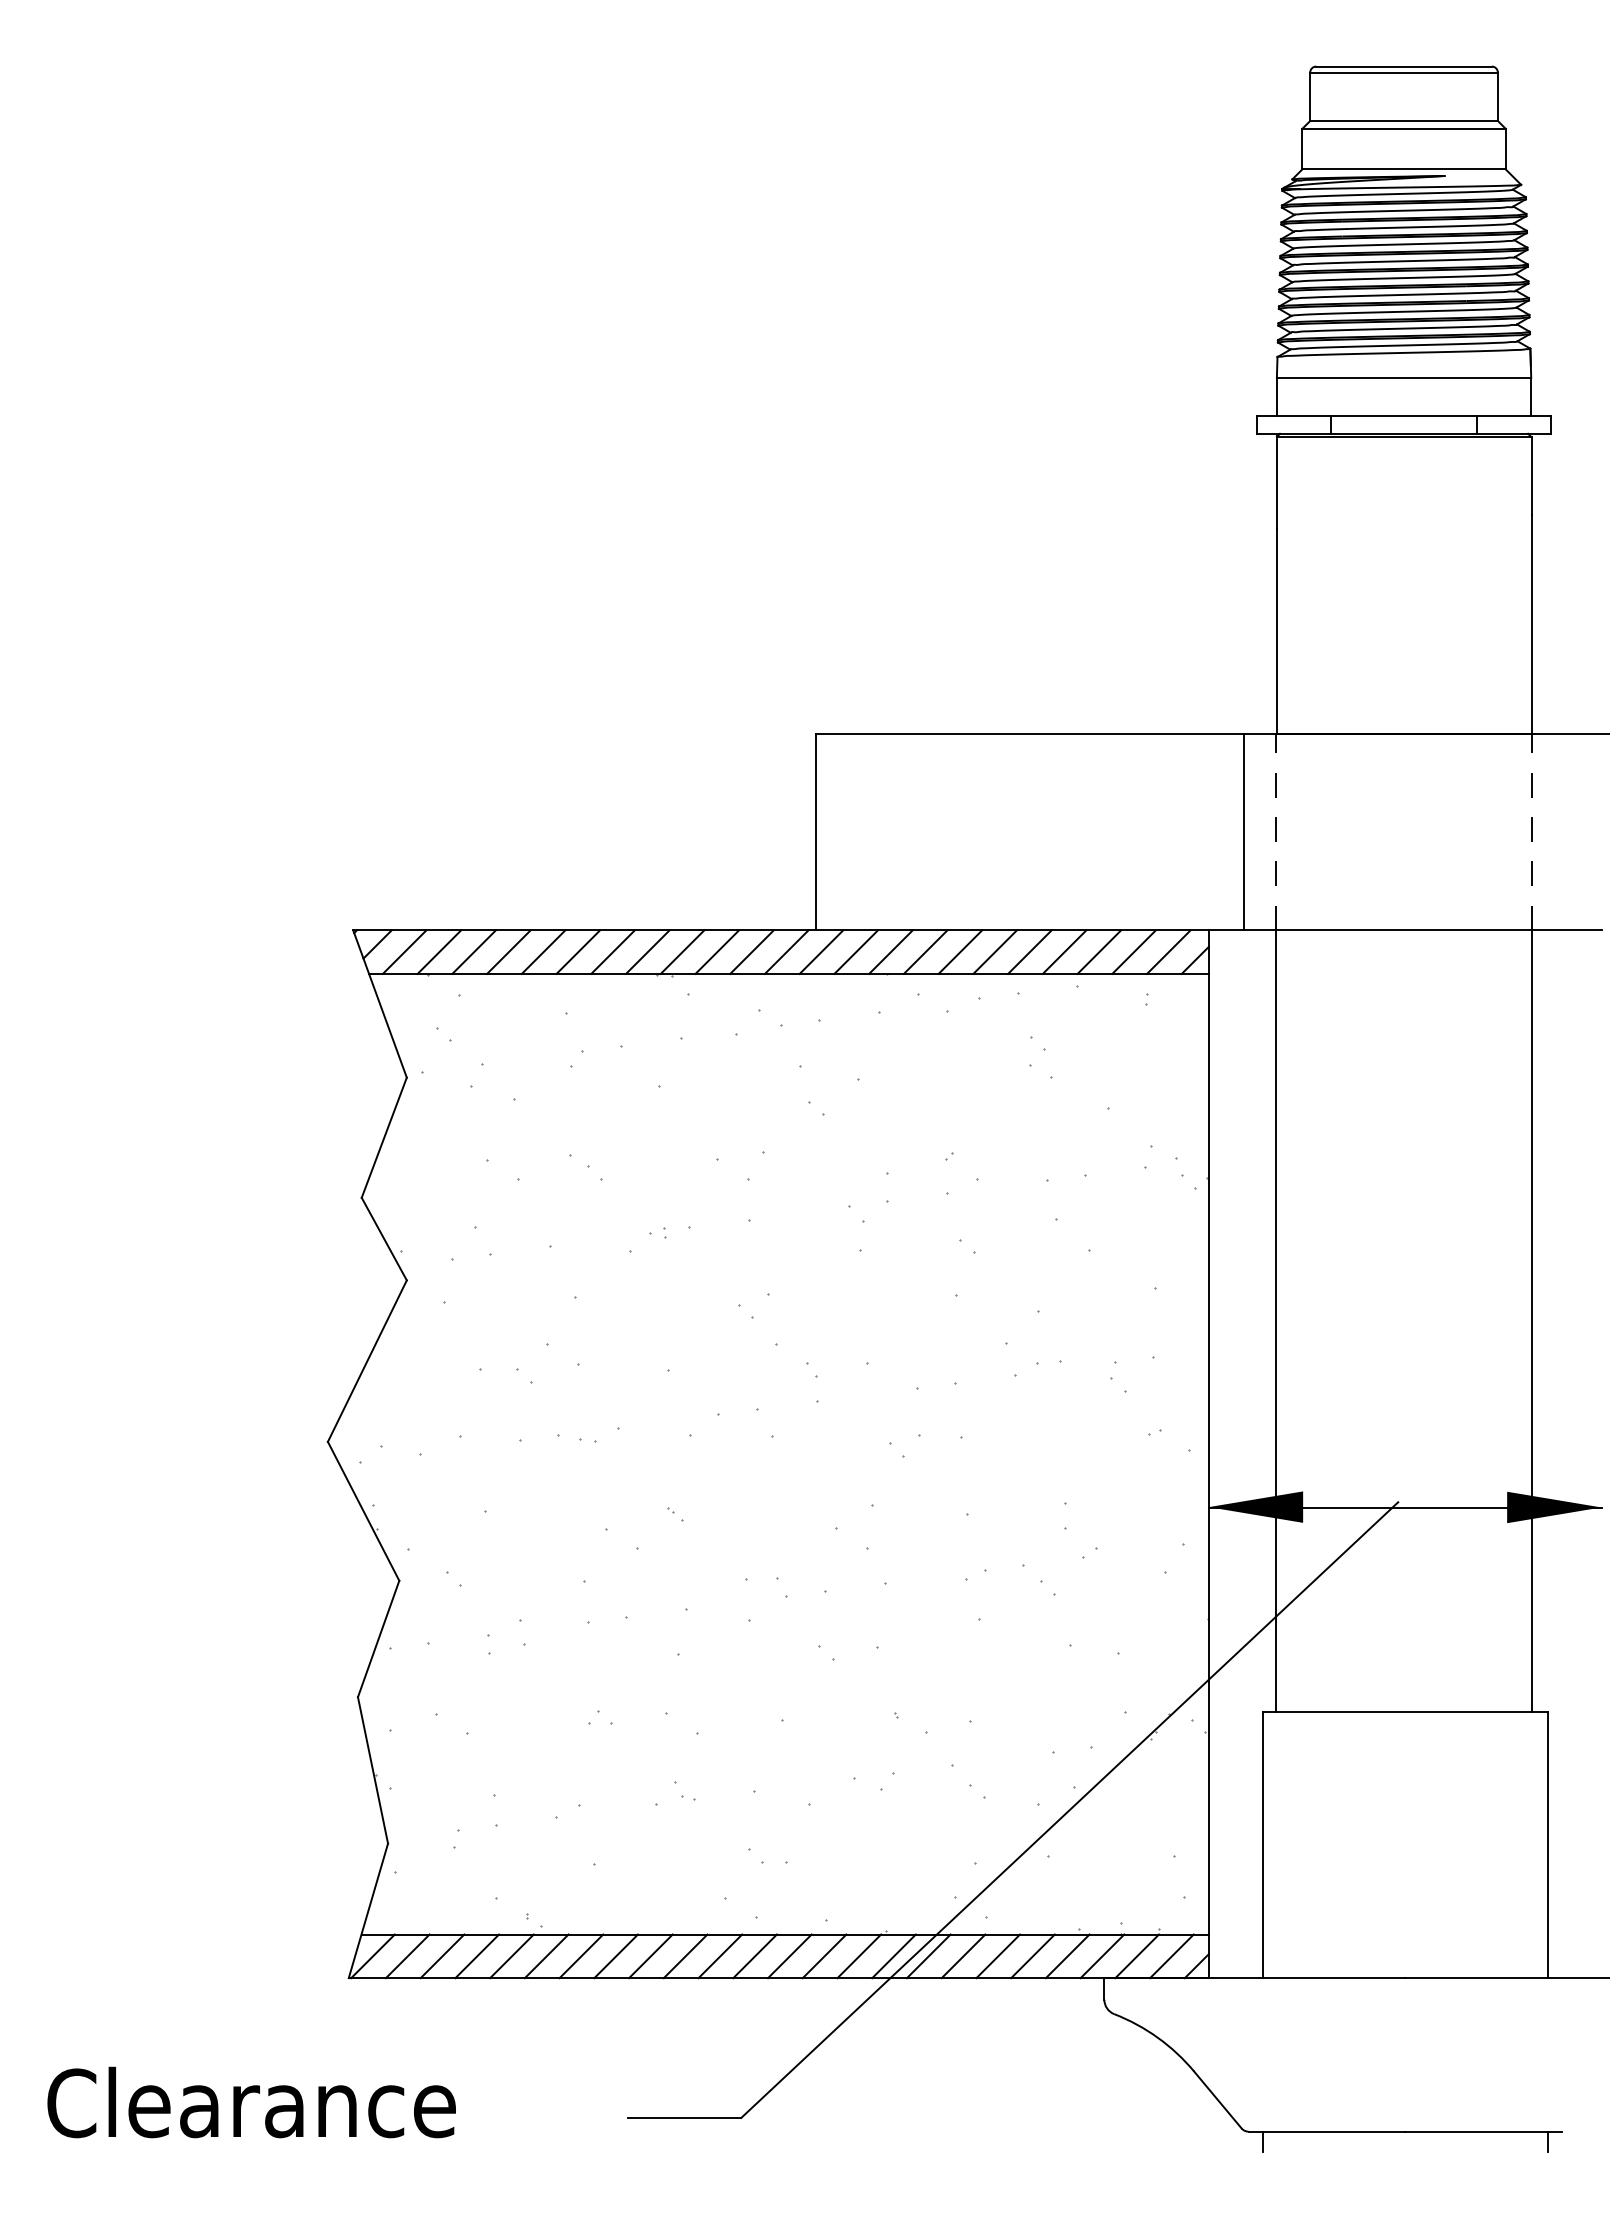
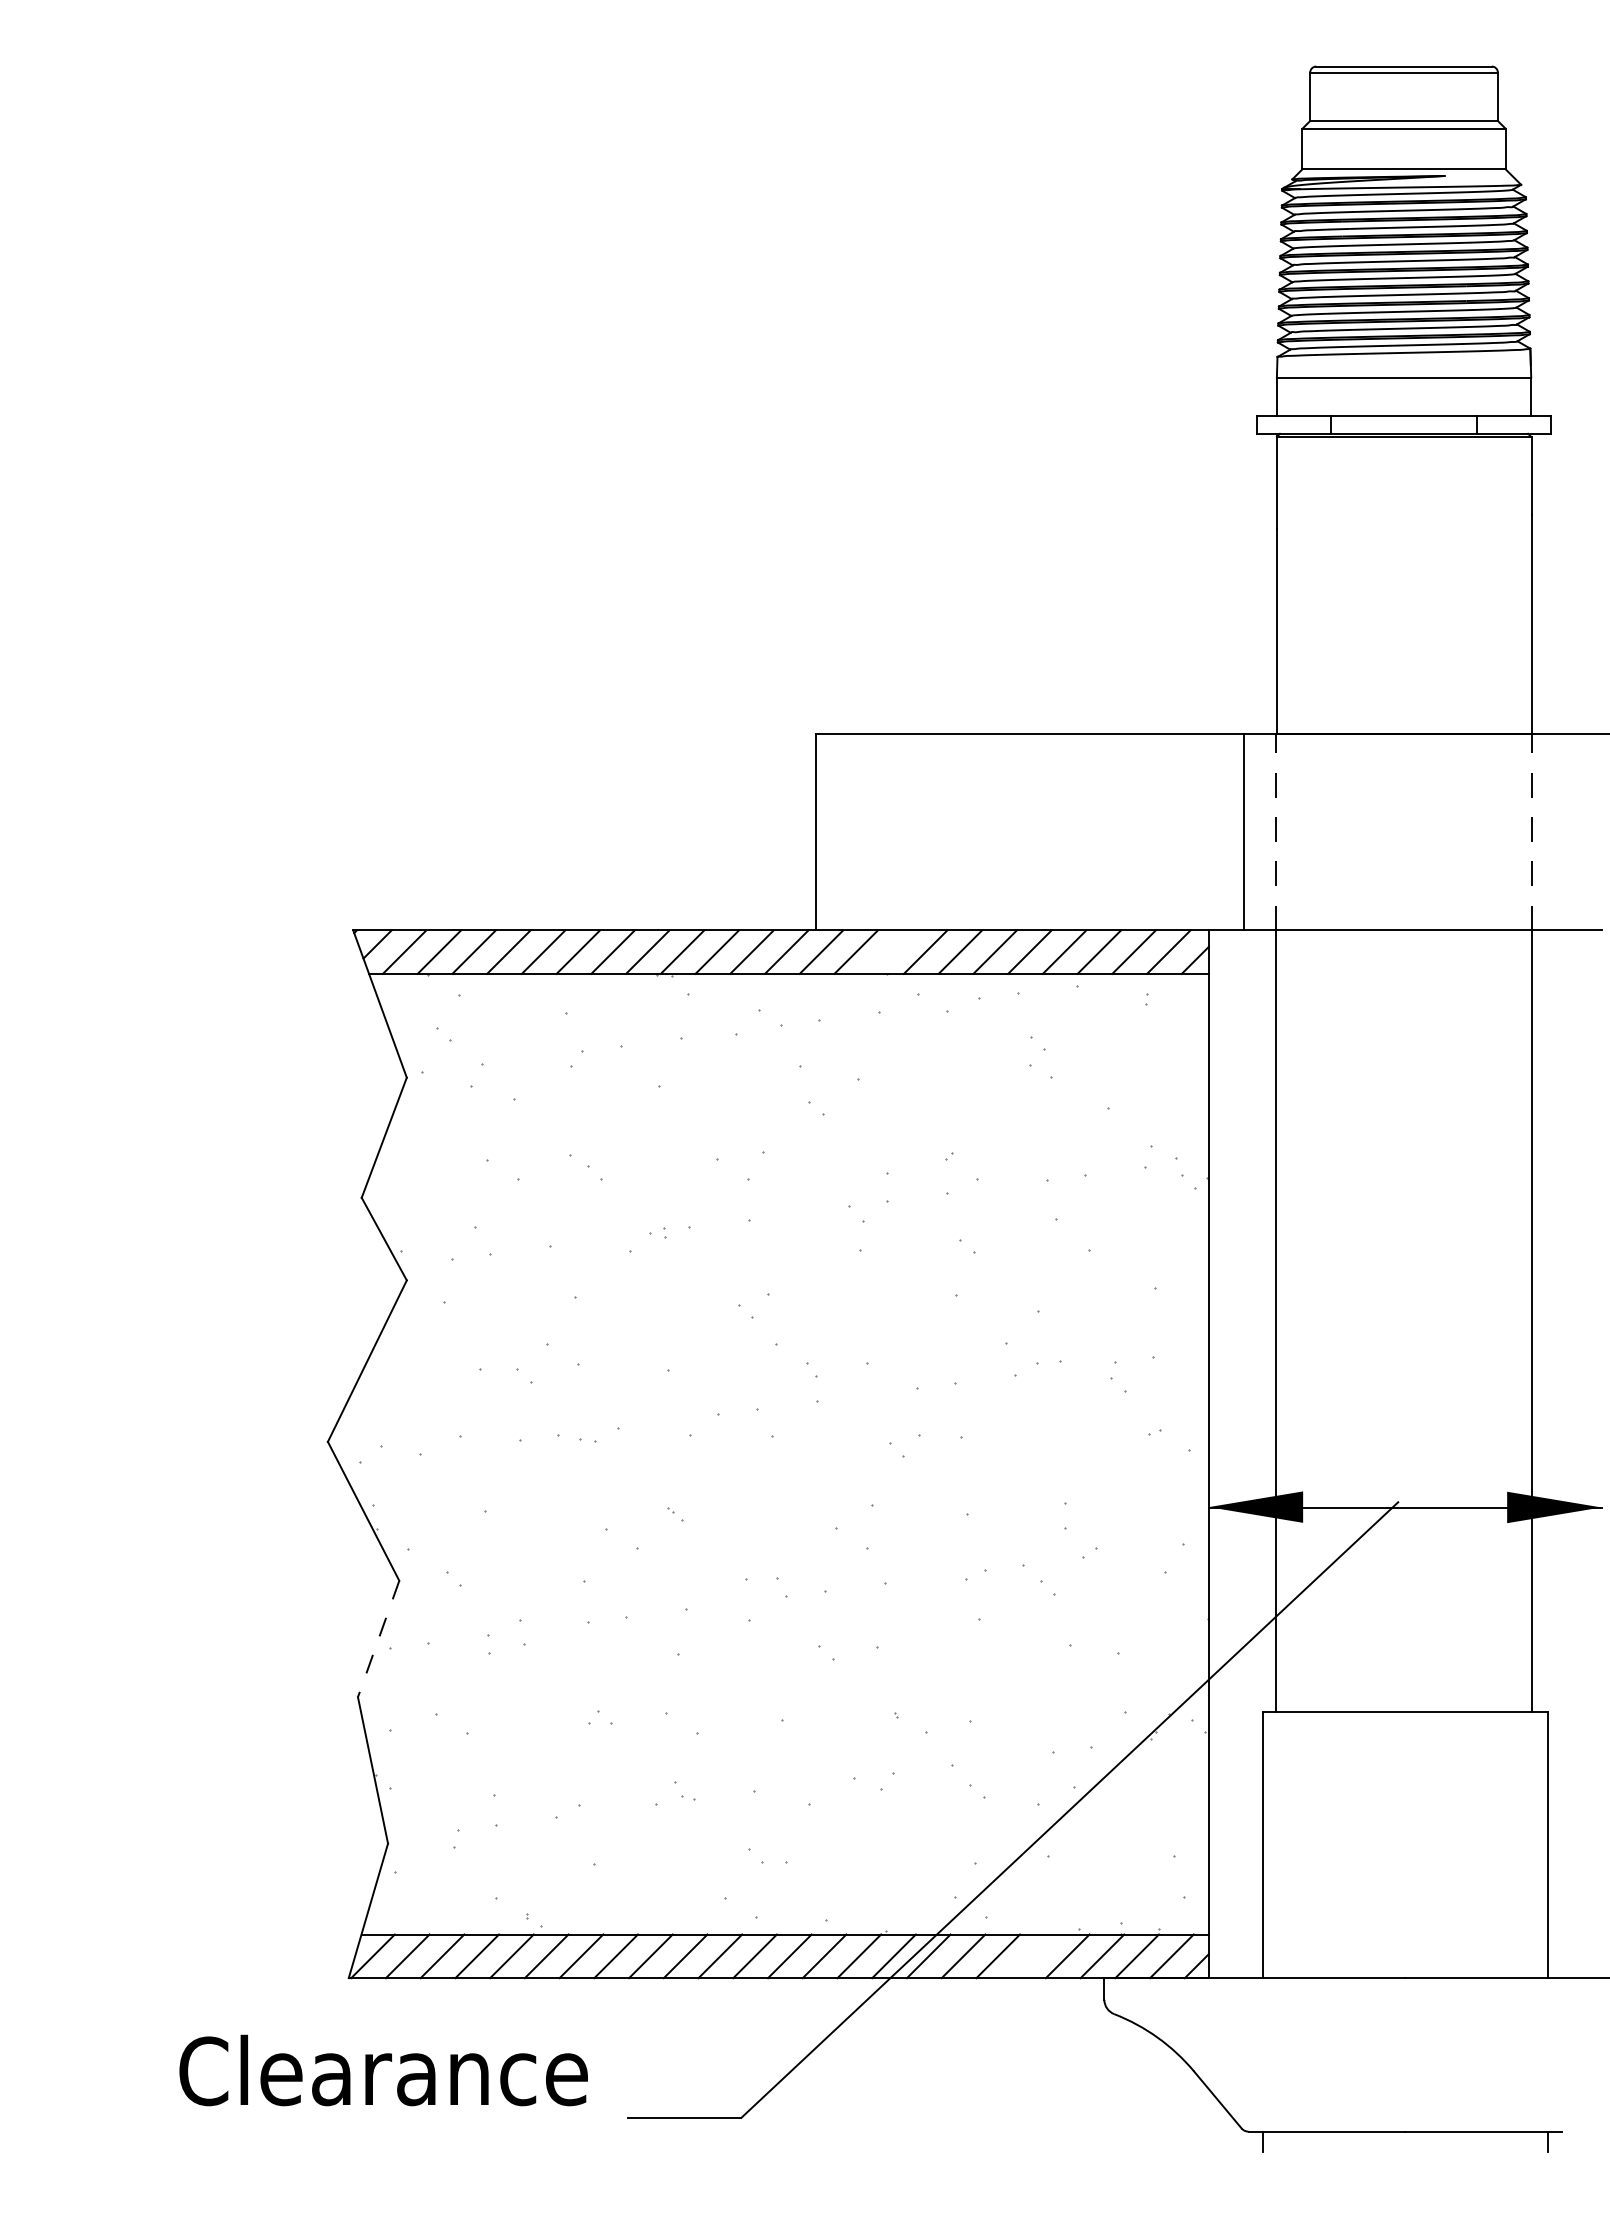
line at (890, 951): present -> none
line at (378, 1638): solid -> dashed
line at (1032, 1956): present -> none
text at (251, 2102) position: (251, 2102) -> (383, 2070)
